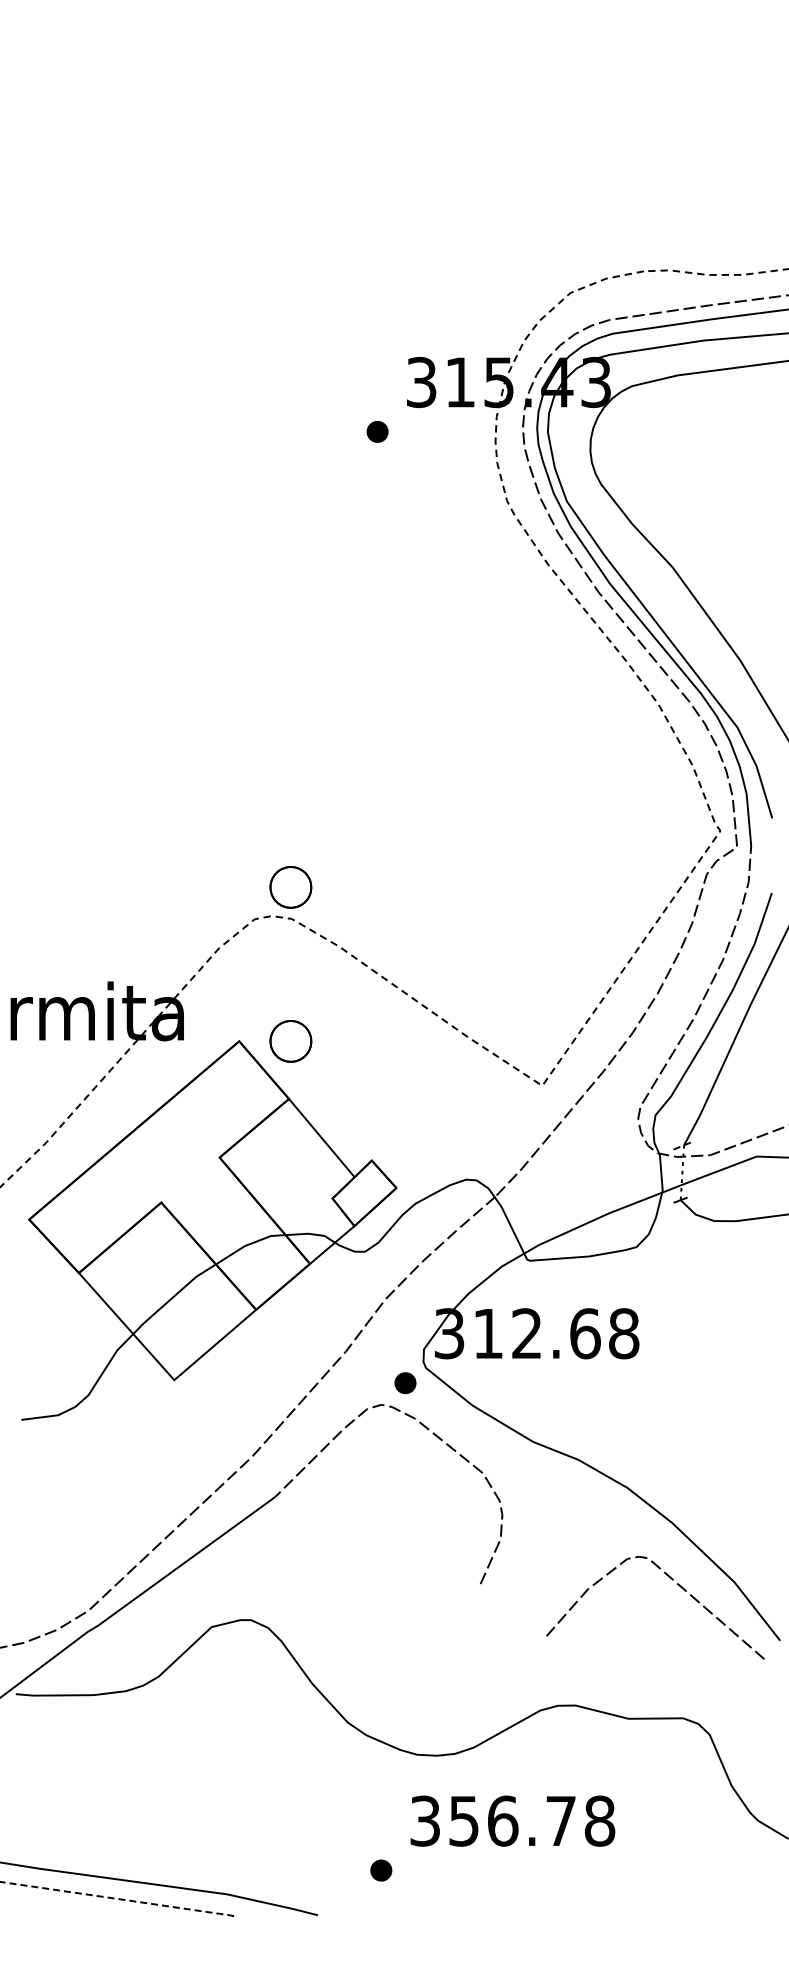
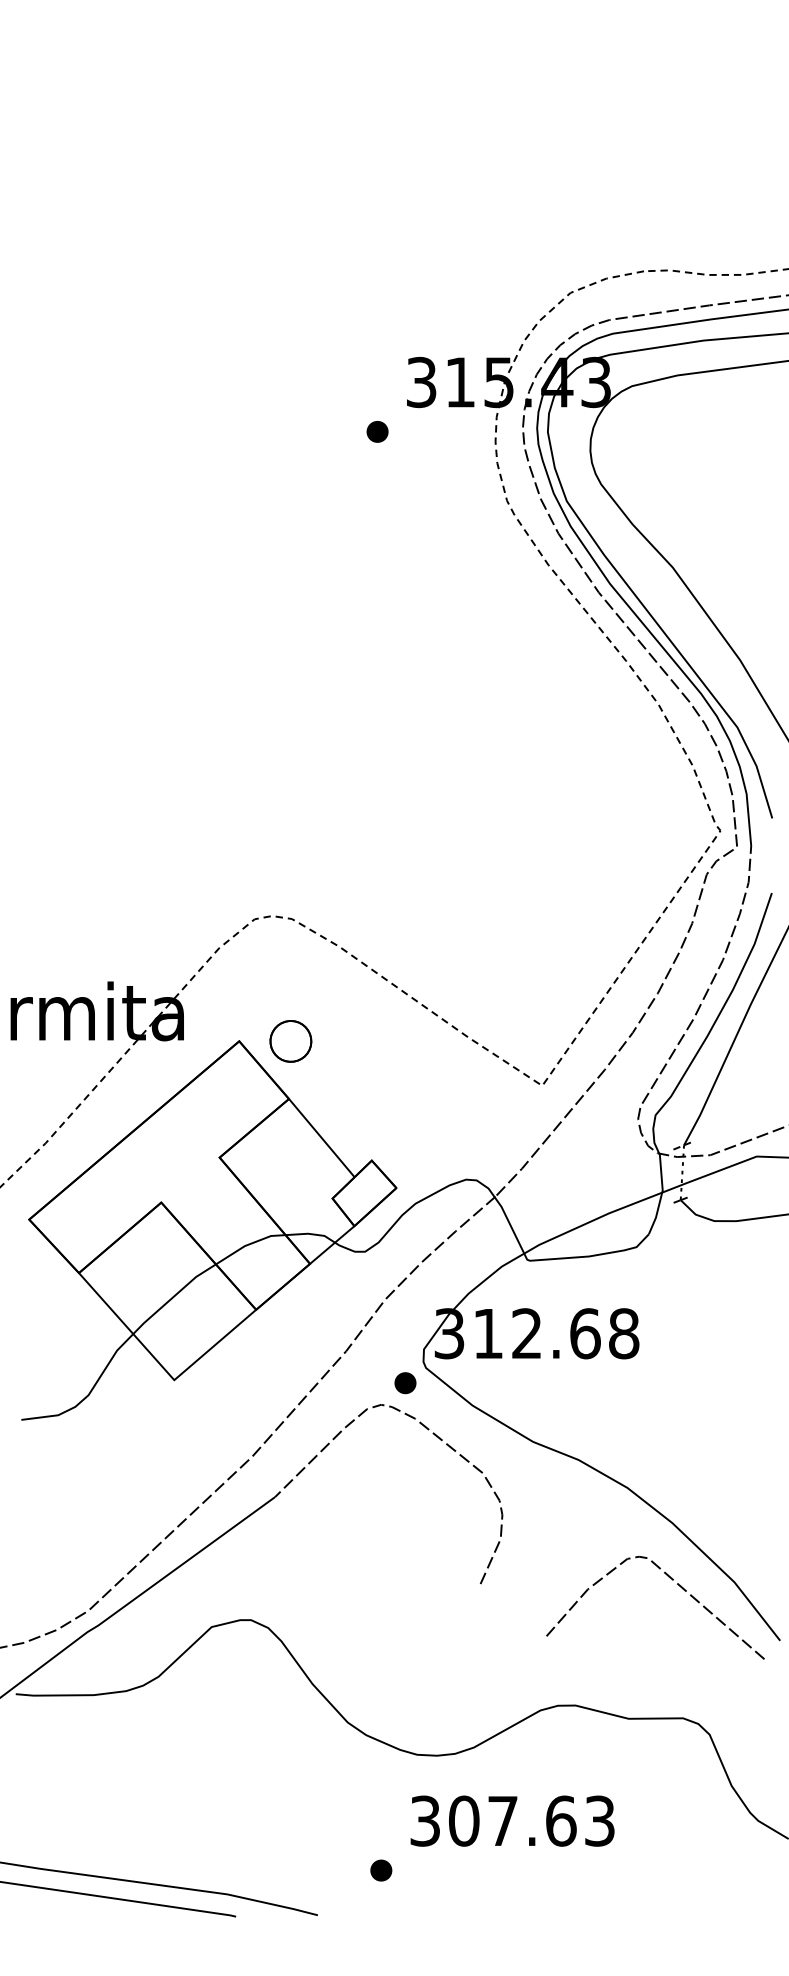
part at (290, 887): present -> none
text at (532, 1820): 356.78 -> 307.63
line at (118, 1899): dashed -> solid
